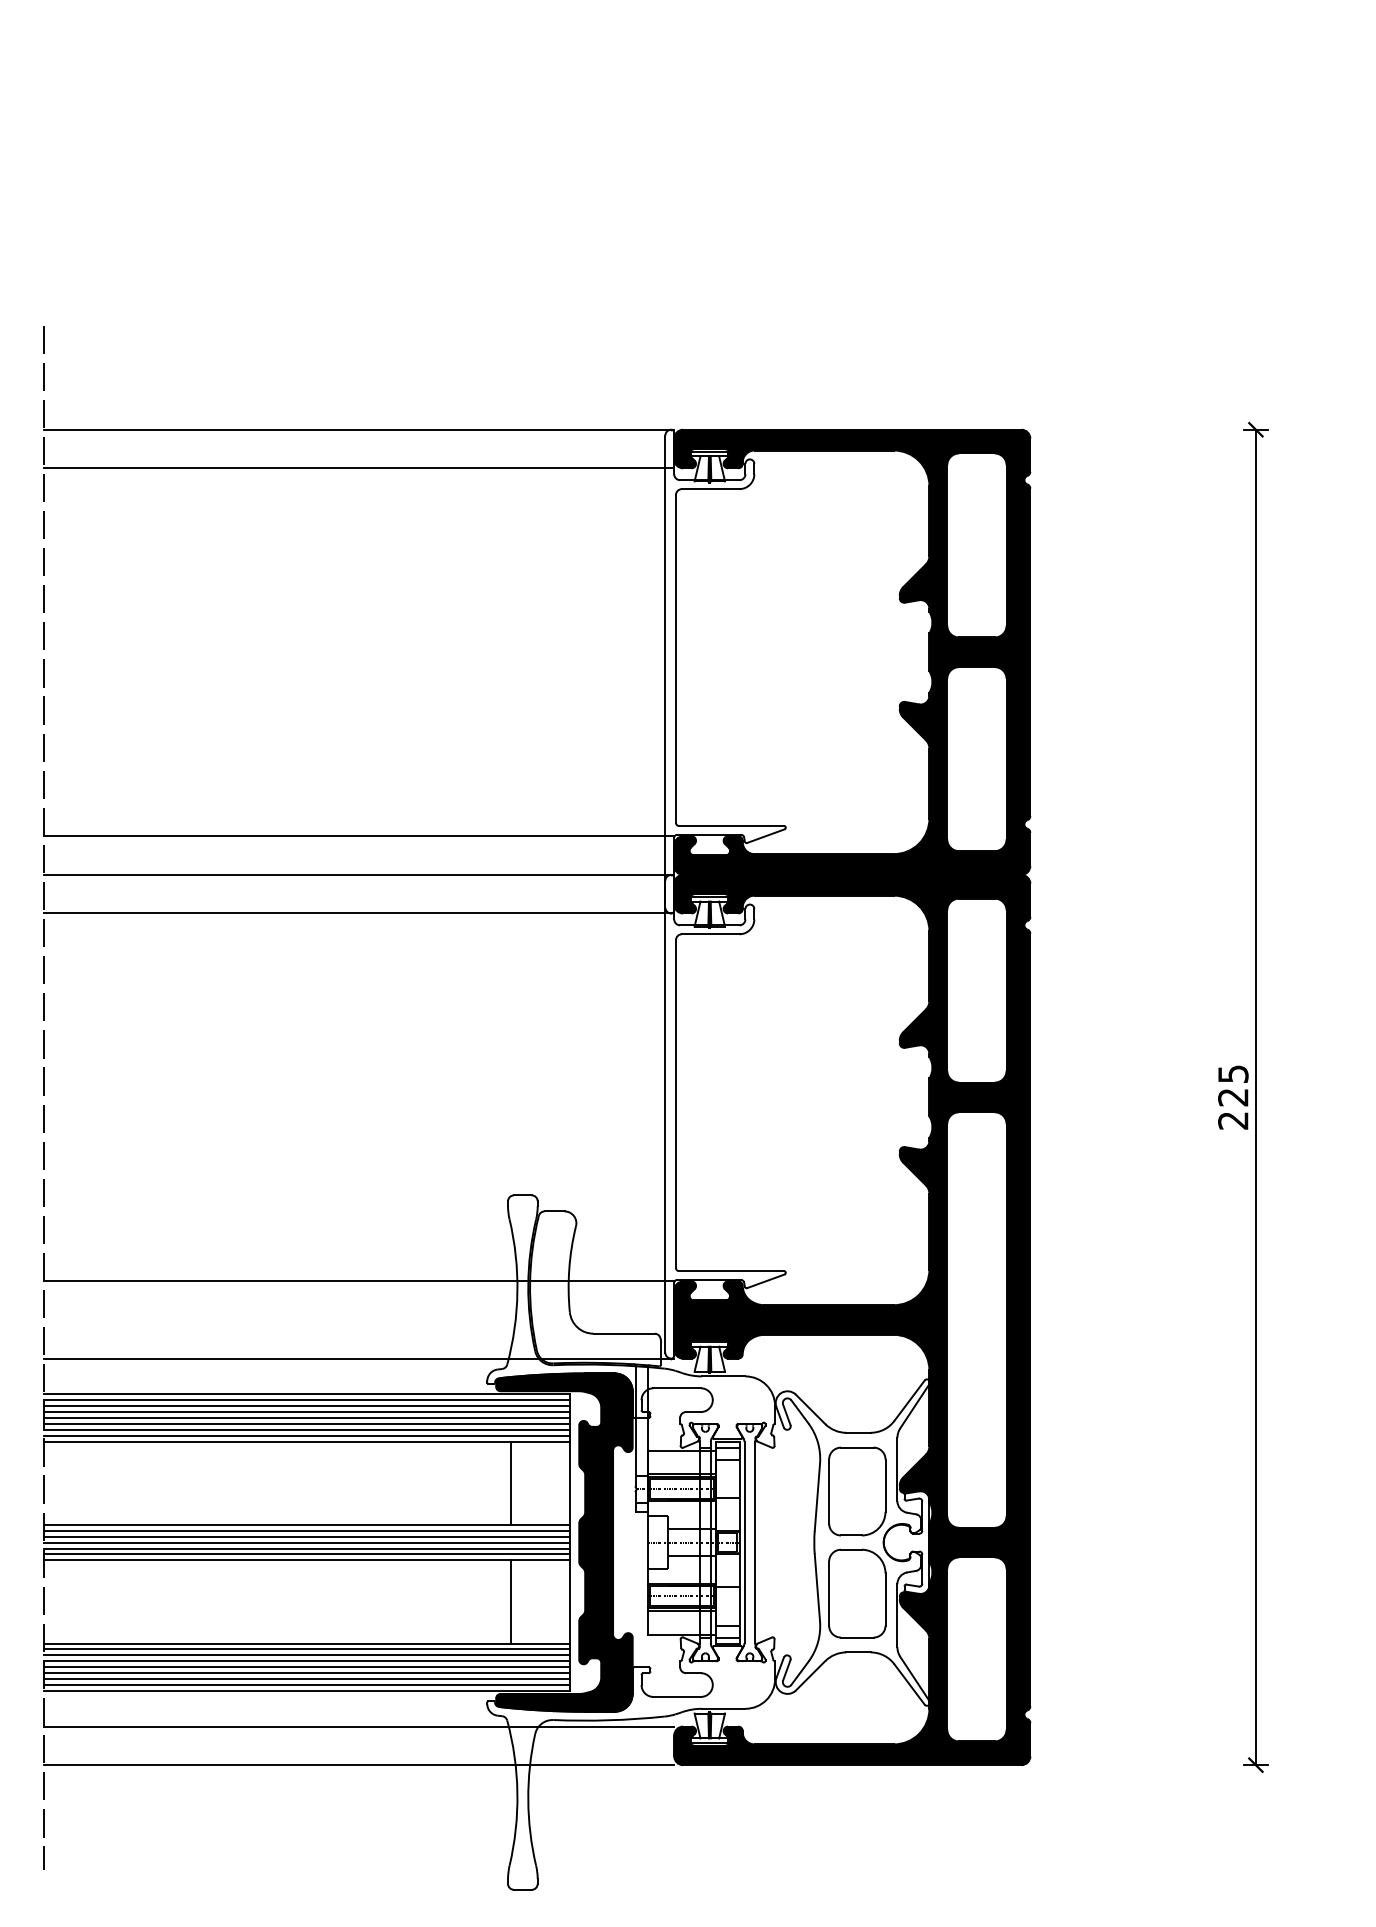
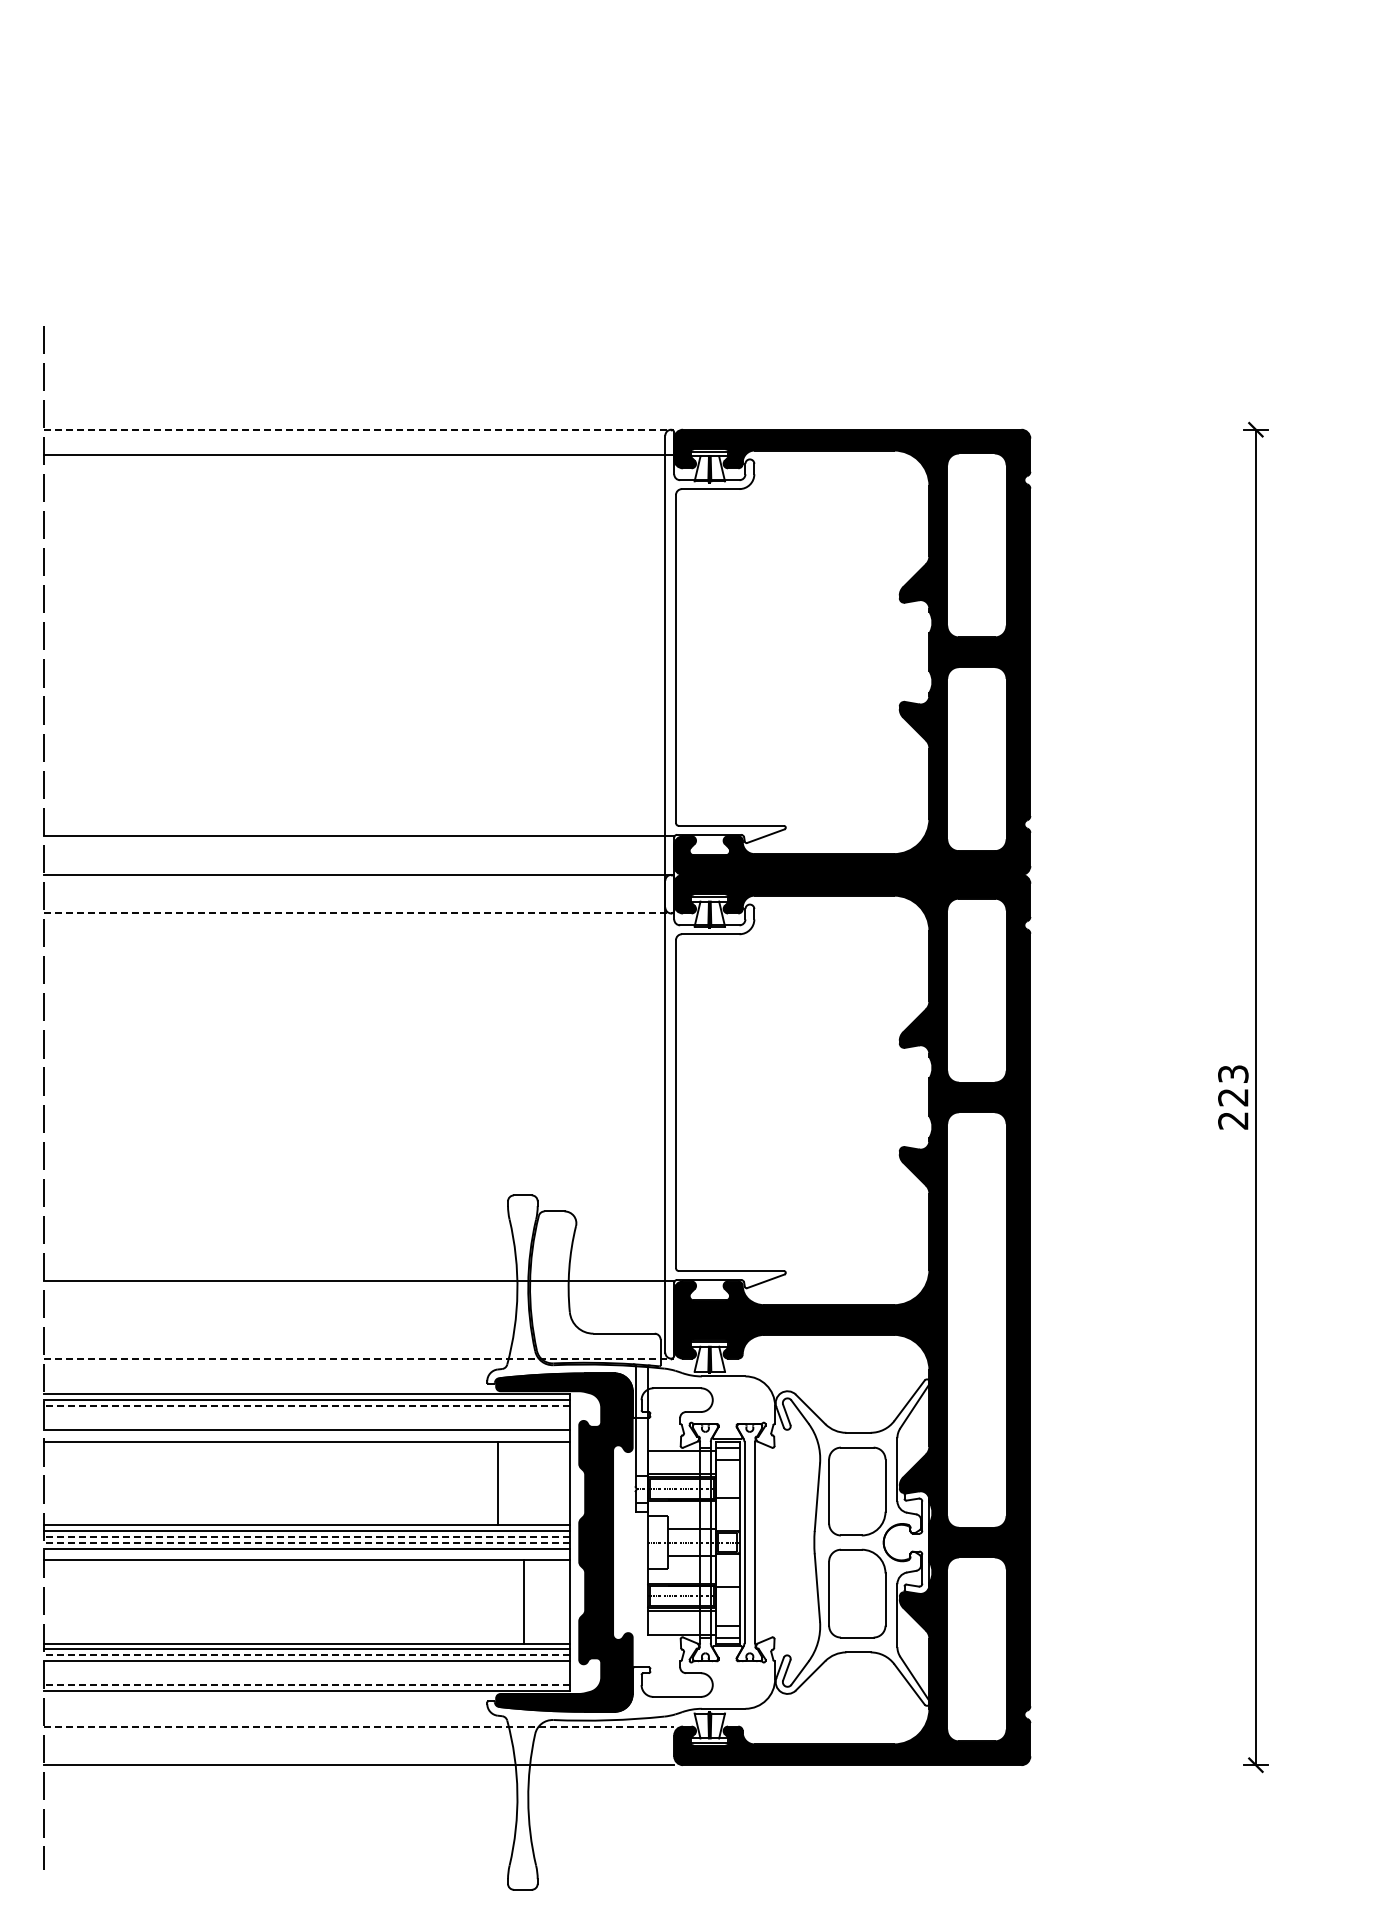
line at (359, 429): solid -> dashed
line at (358, 468) position: (358, 468) -> (358, 455)
line at (359, 913): solid -> dashed
text at (1233, 1073): 225 -> 223
line at (359, 1358): solid -> dashed
line at (306, 1406): solid -> dashed
line at (306, 1412): present -> none
line at (306, 1417): present -> none
line at (306, 1423): present -> none
line at (306, 1435): present -> none
line at (511, 1482) position: (511, 1482) -> (498, 1482)
line at (306, 1536): solid -> dashed
line at (306, 1542): solid -> dashed
line at (306, 1554): present -> none
line at (511, 1601) position: (511, 1601) -> (524, 1601)
line at (306, 1655): solid -> dashed
line at (306, 1667): present -> none
line at (306, 1673): present -> none
line at (306, 1679): present -> none
line at (306, 1685): solid -> dashed
line at (359, 1726): solid -> dashed
